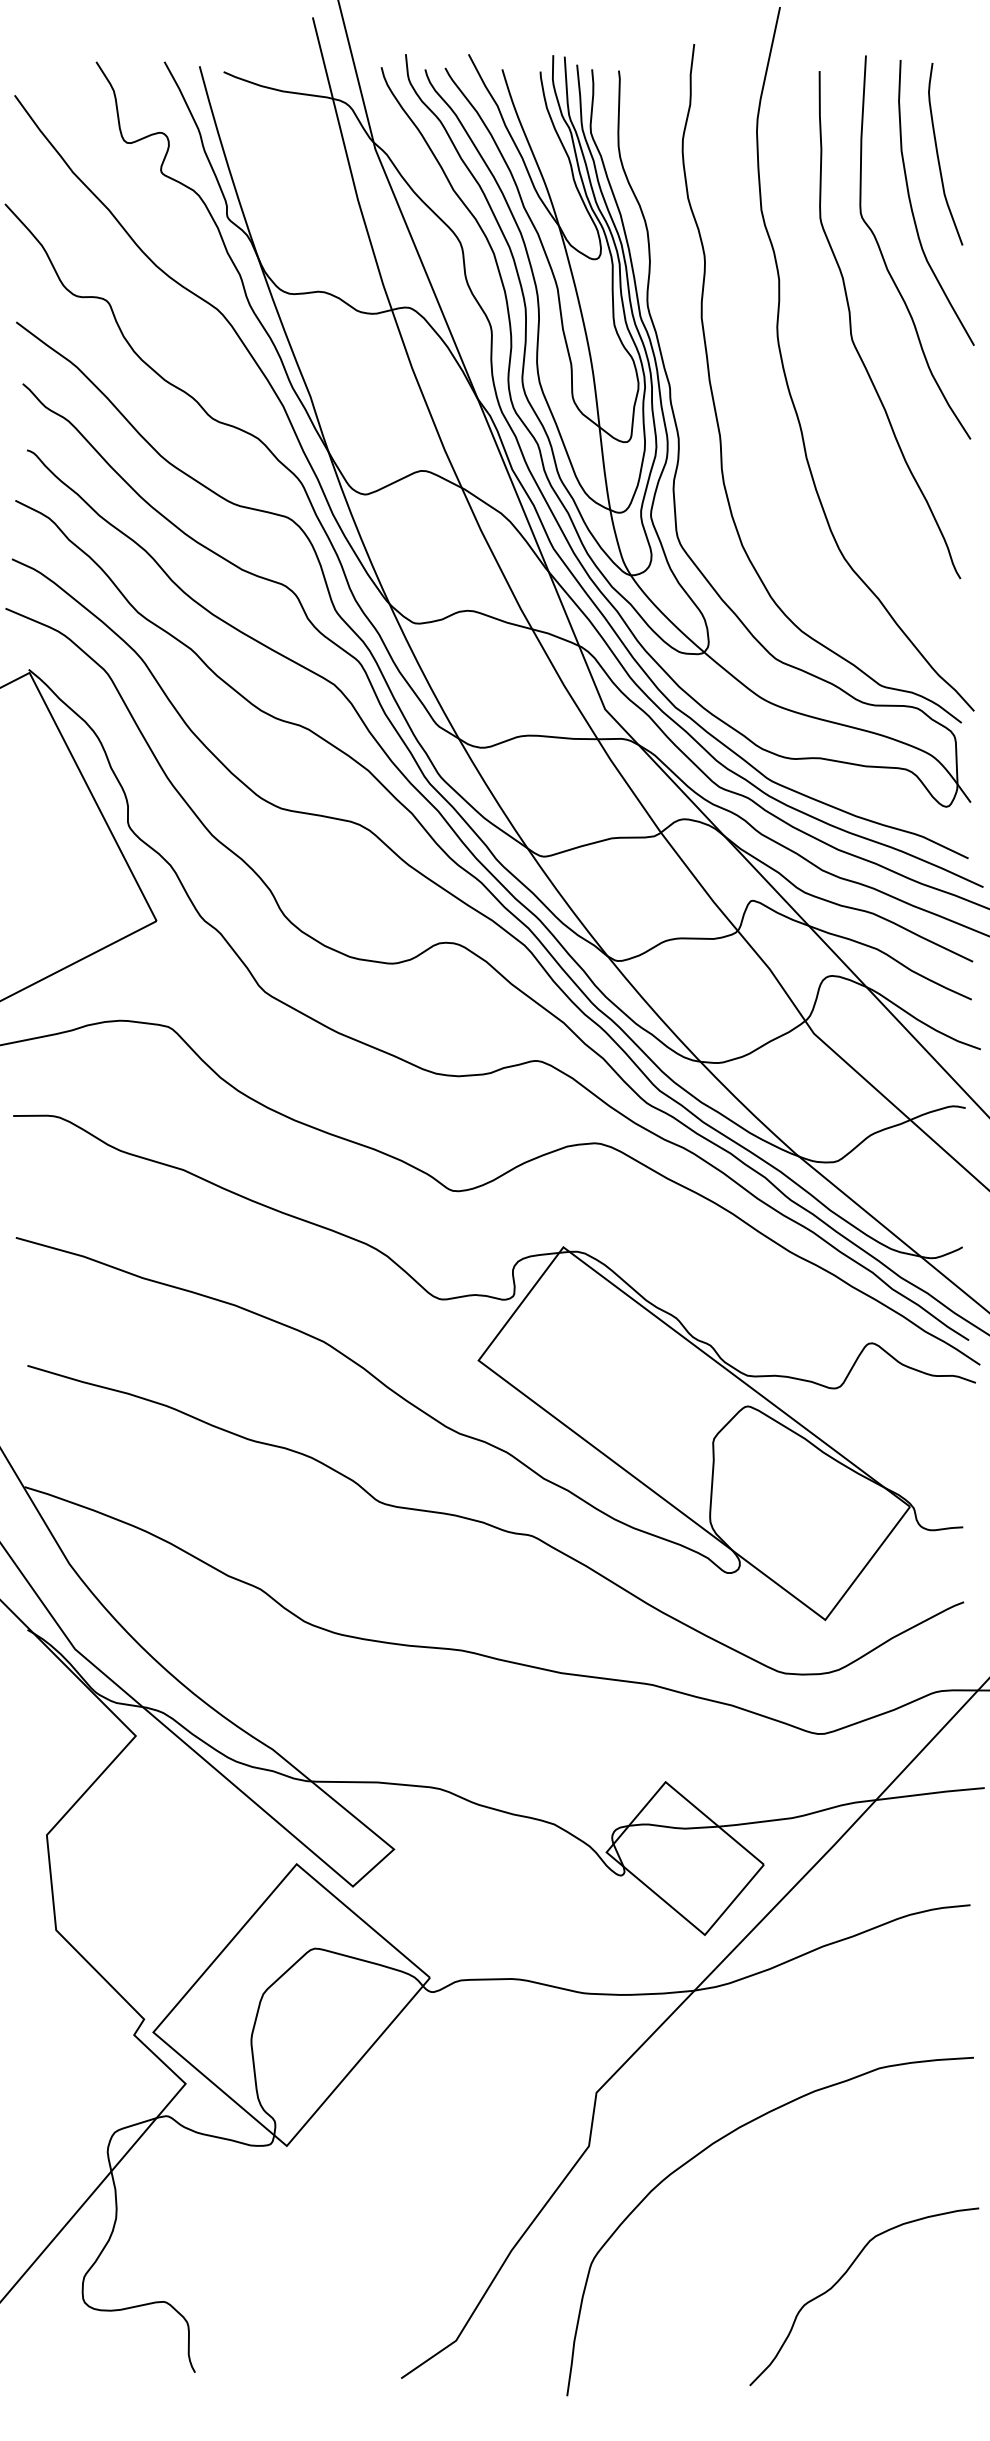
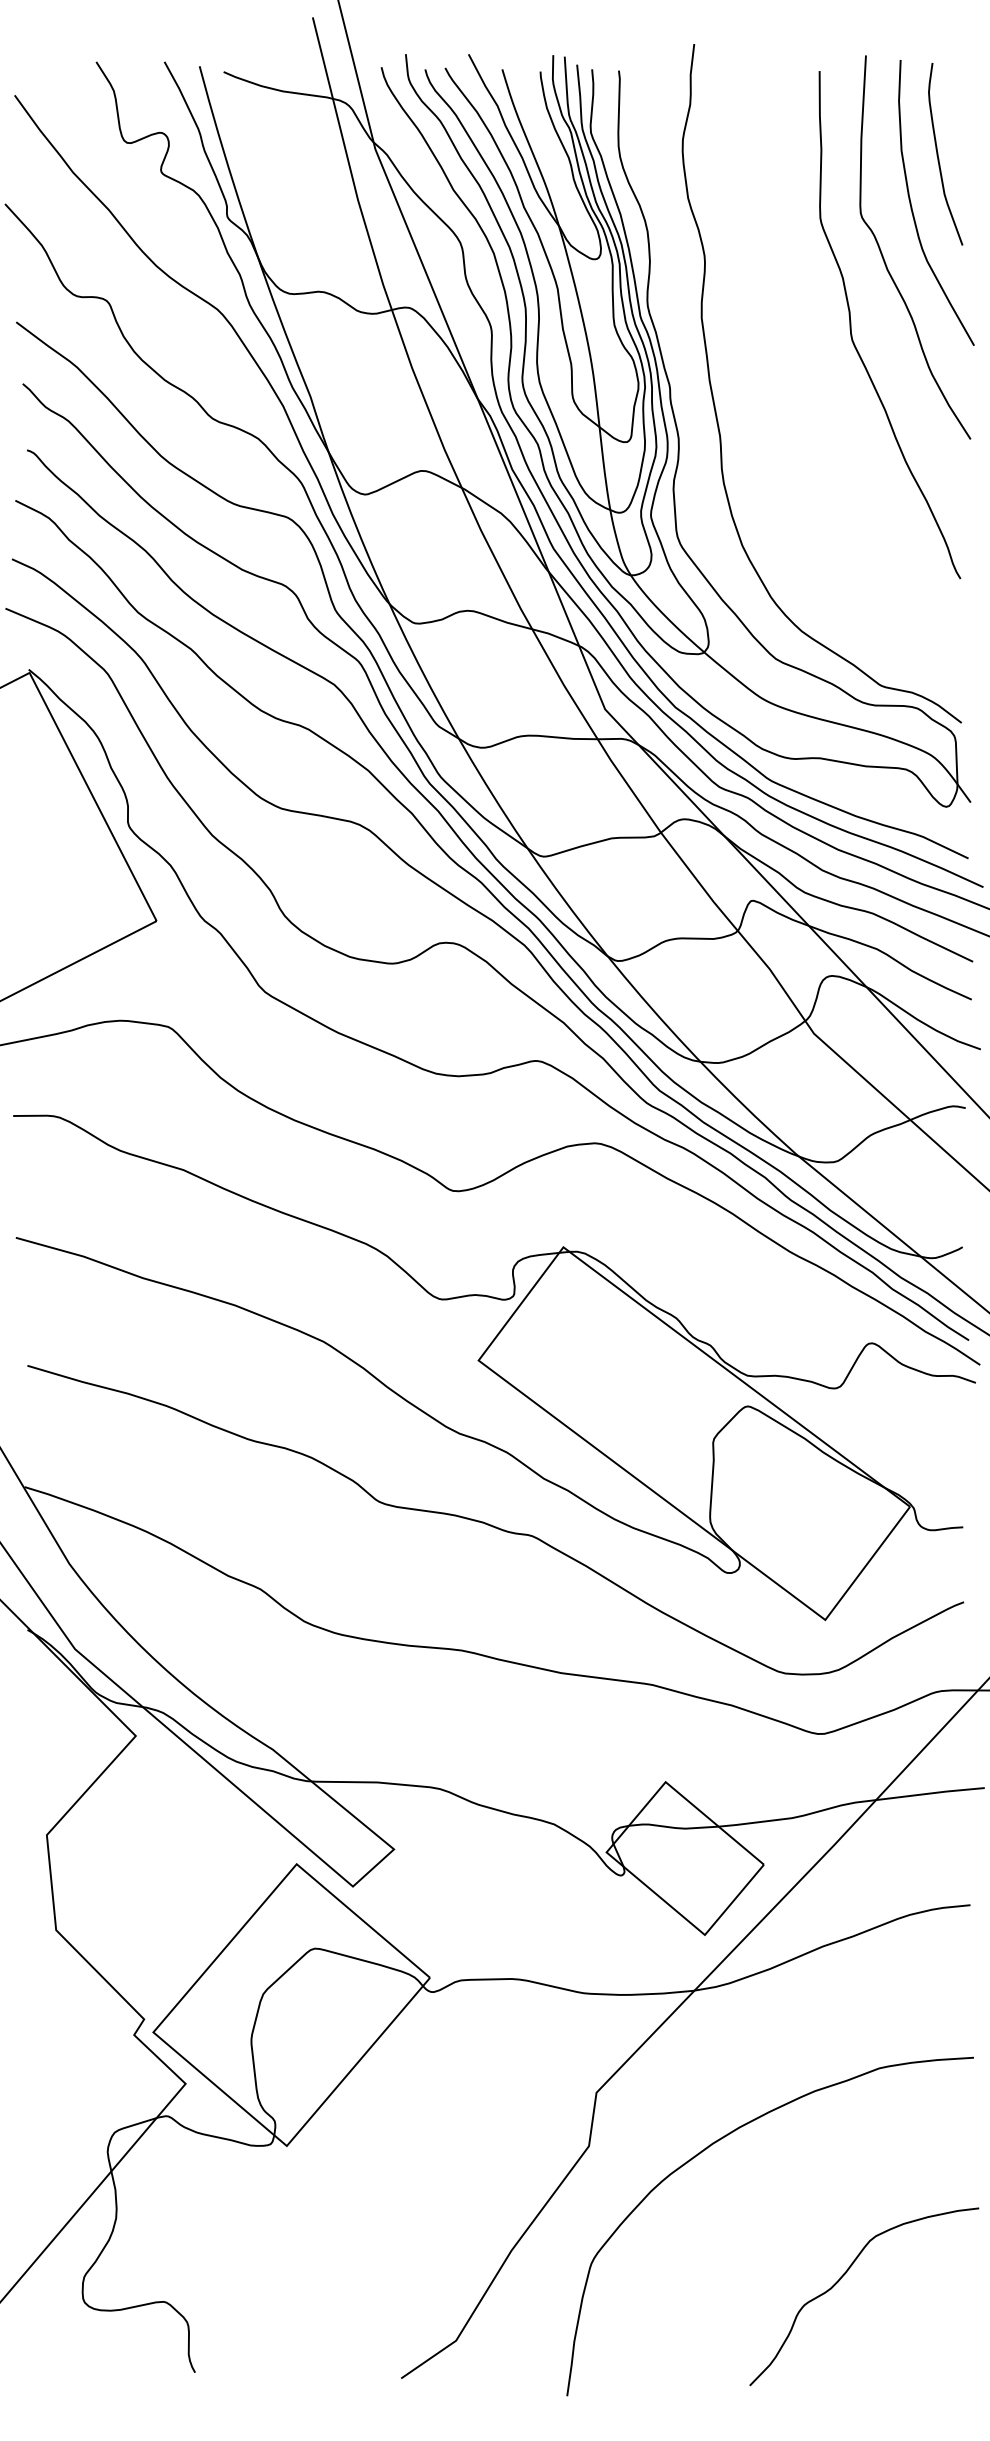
curve at (786, 375): present -> none
